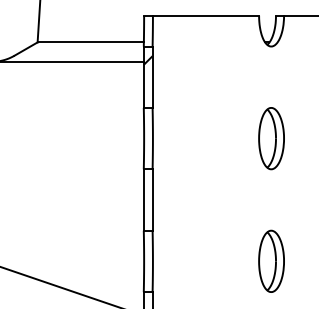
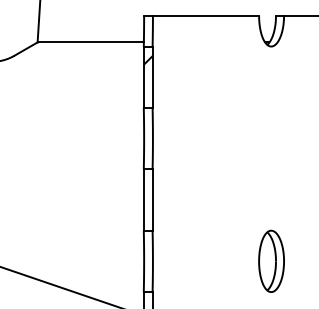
line at (72, 61): present -> none
part at (271, 138): present -> none
